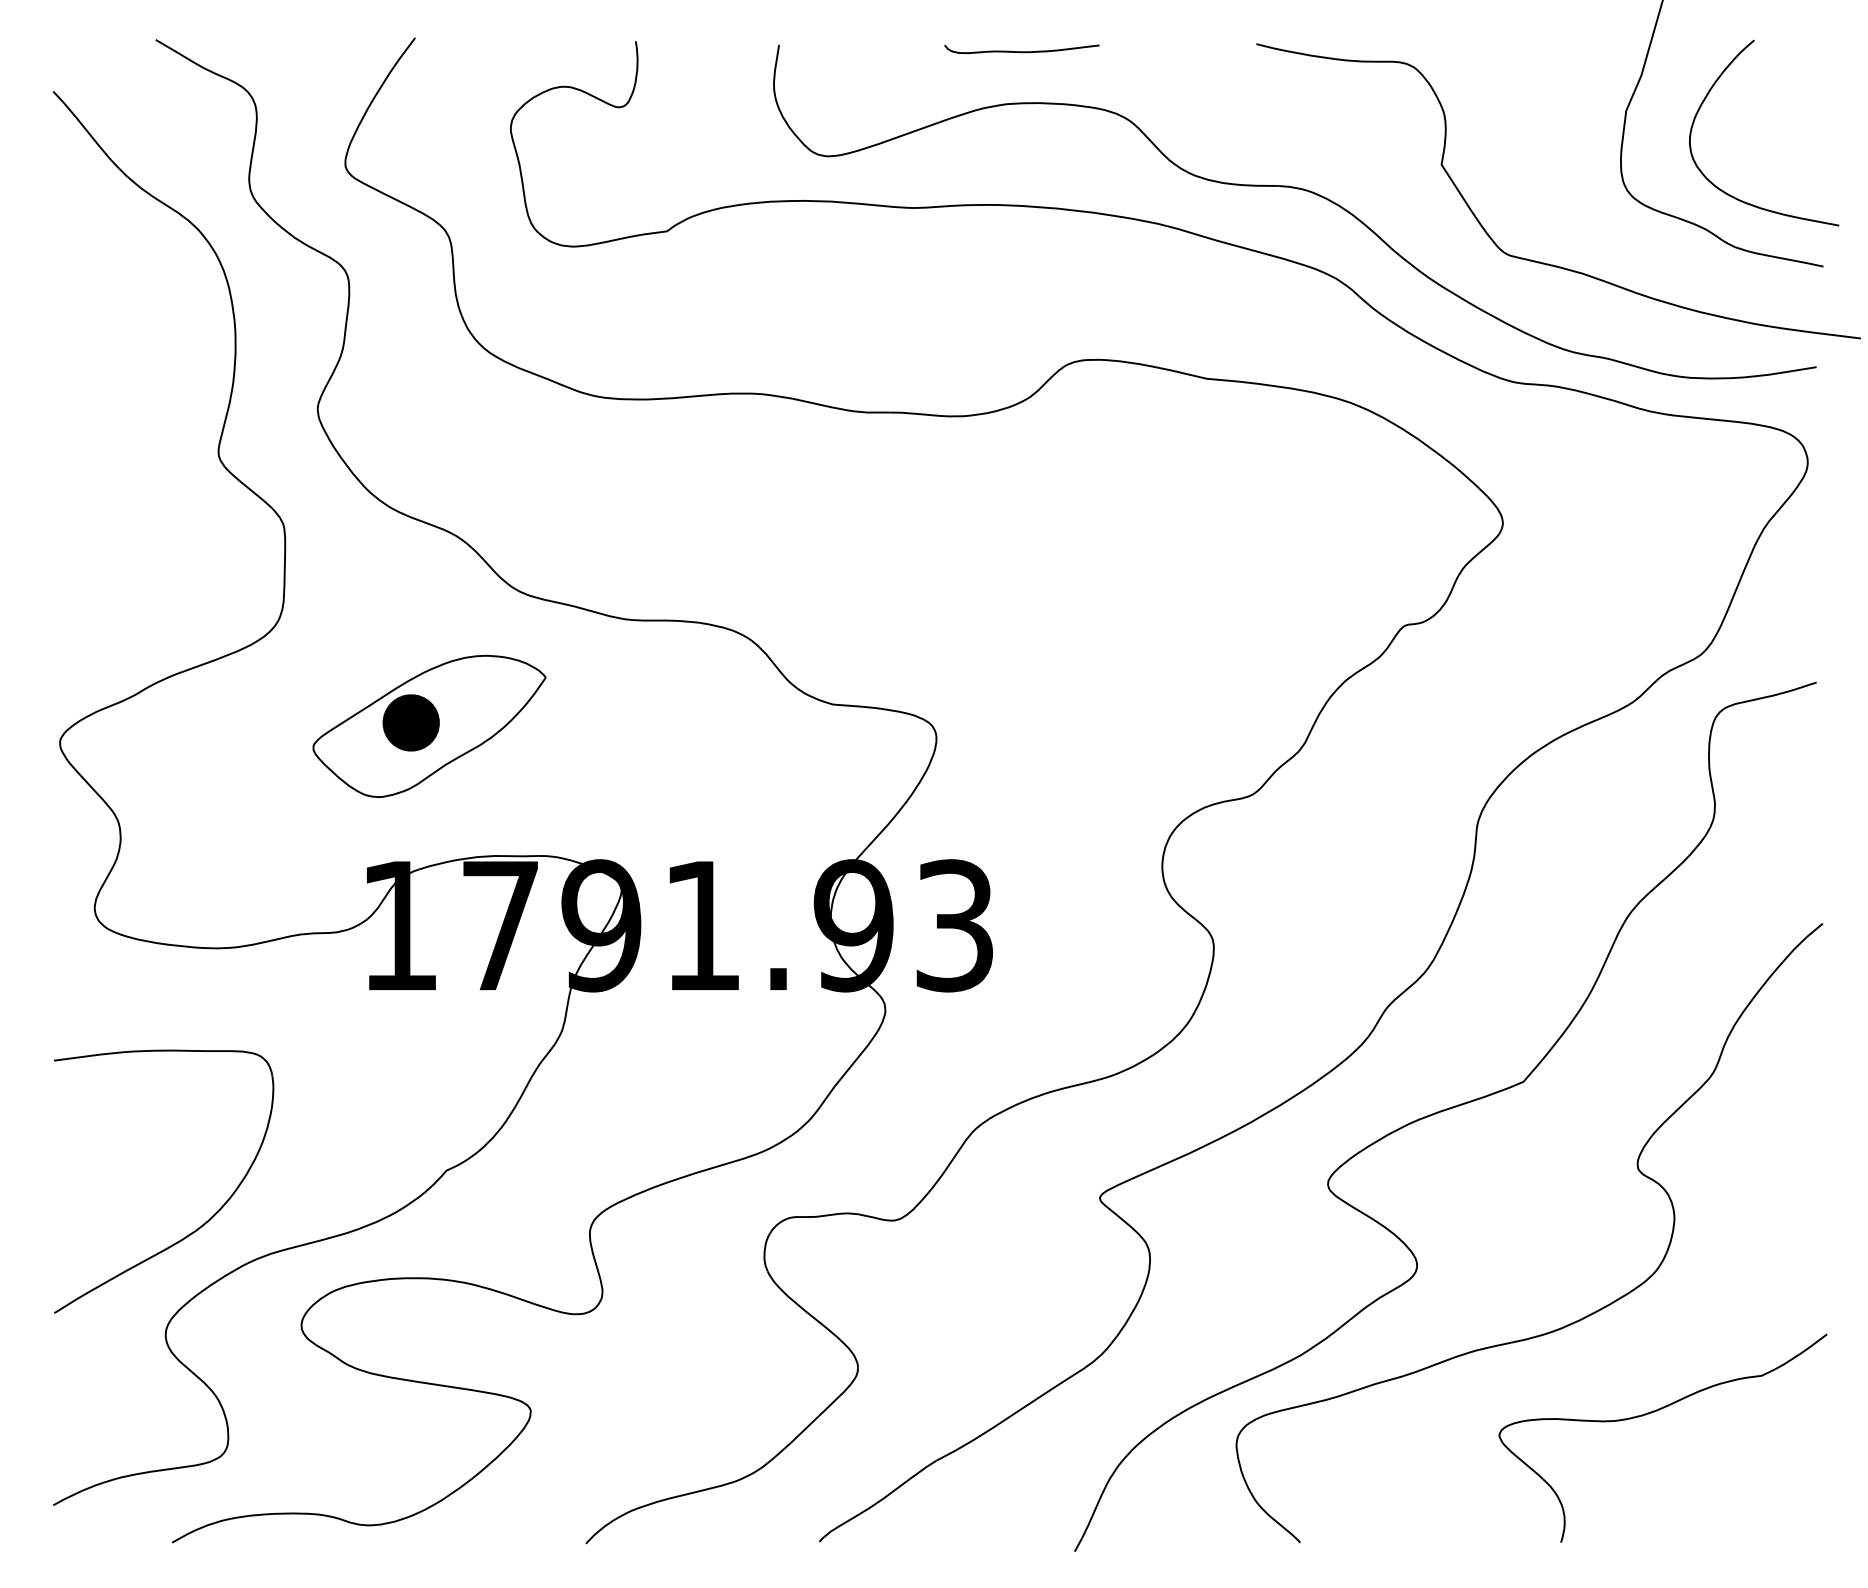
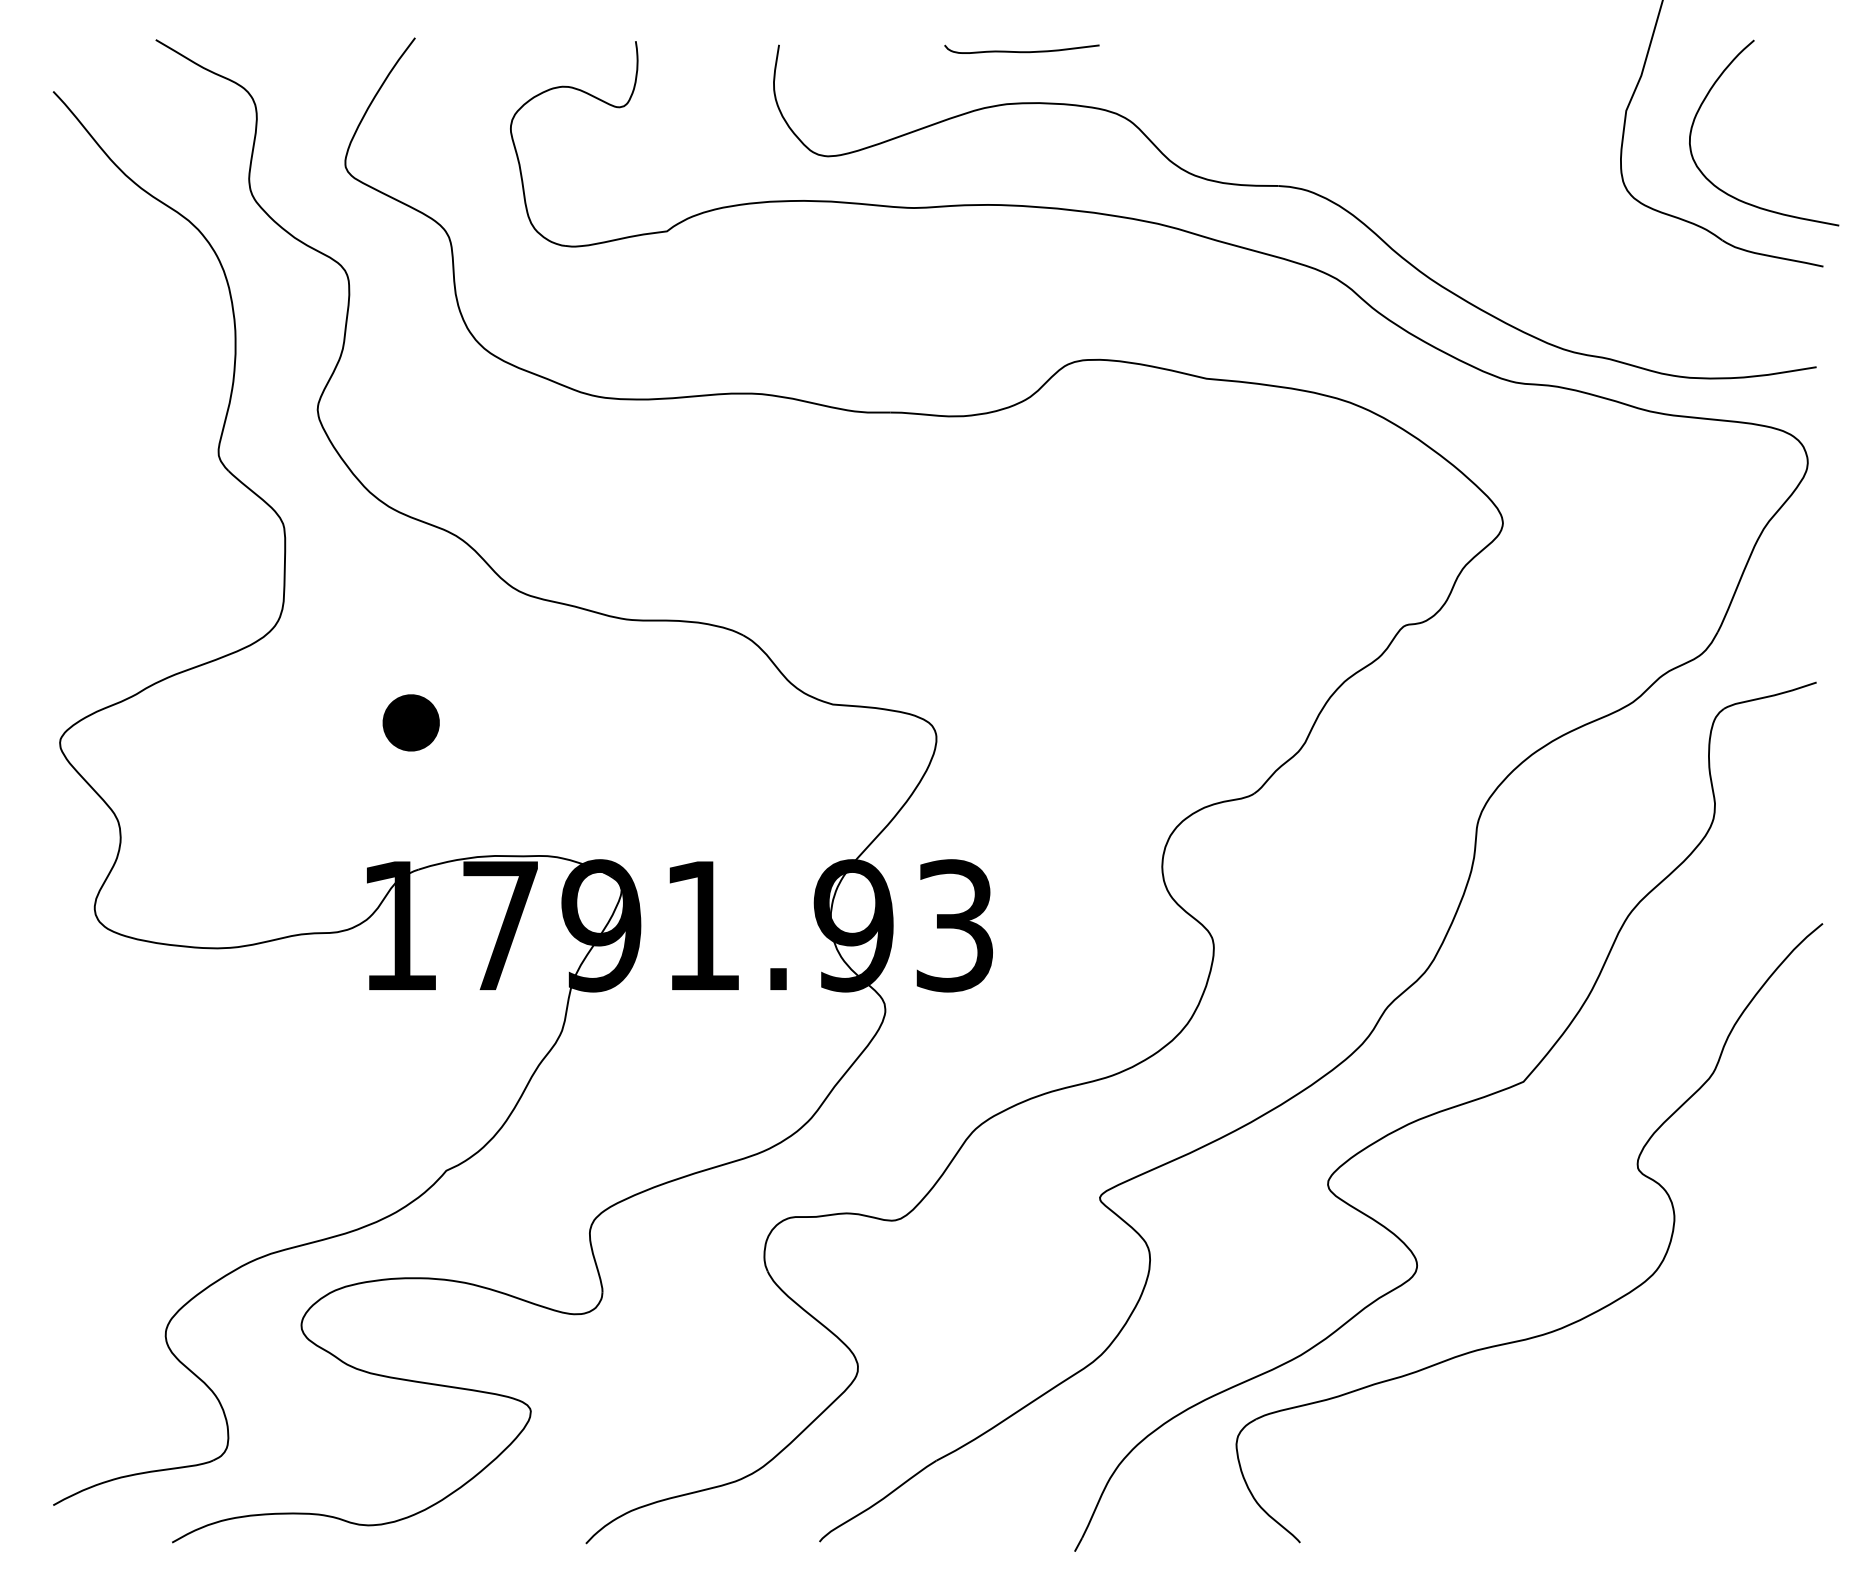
part at (1540, 261): present -> none
part at (429, 726): present -> none
part at (199, 1226): present -> none
part at (1654, 1412): present -> none
